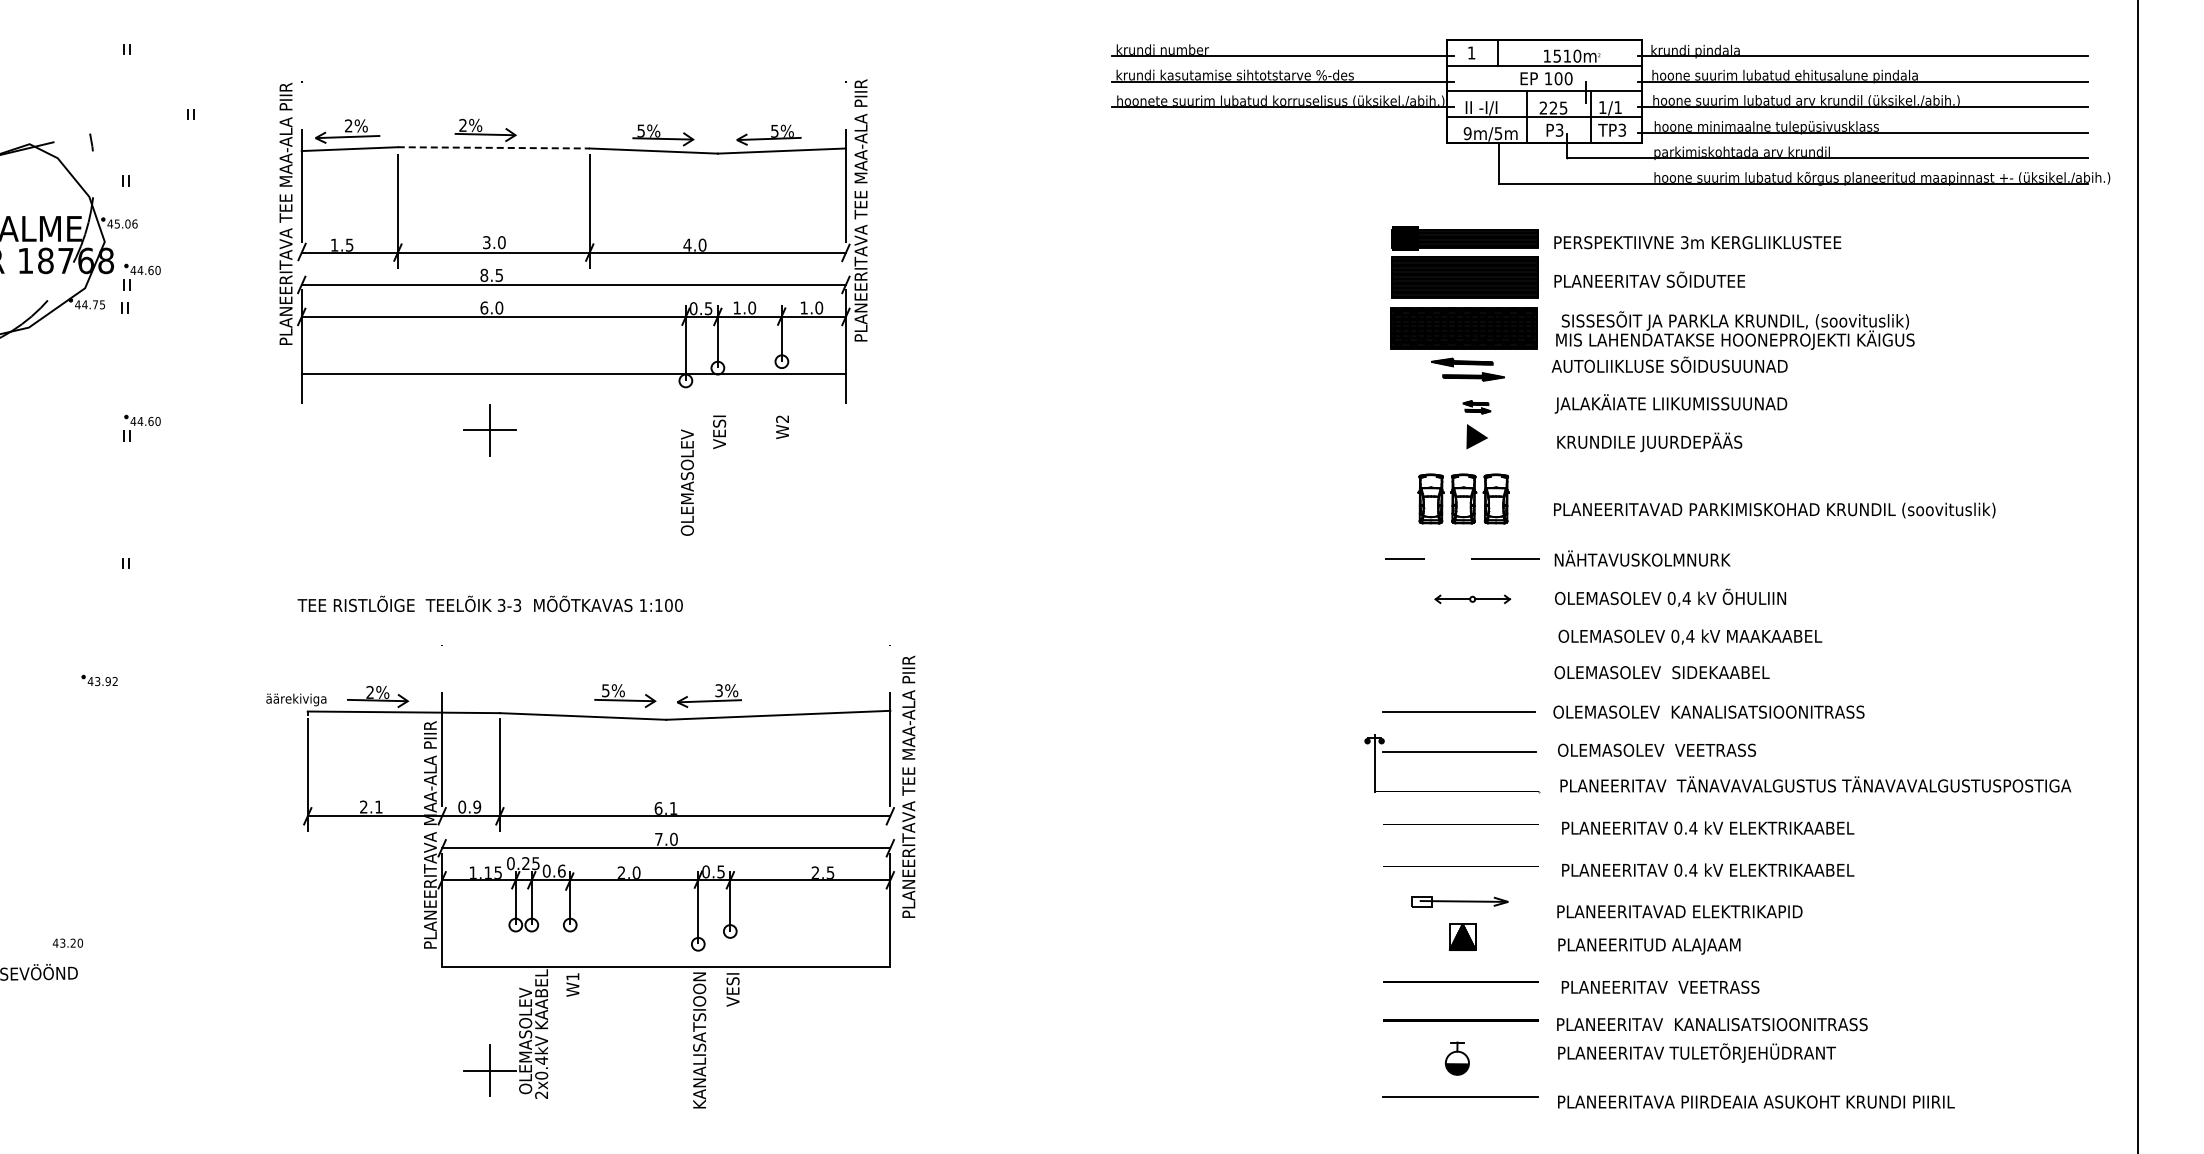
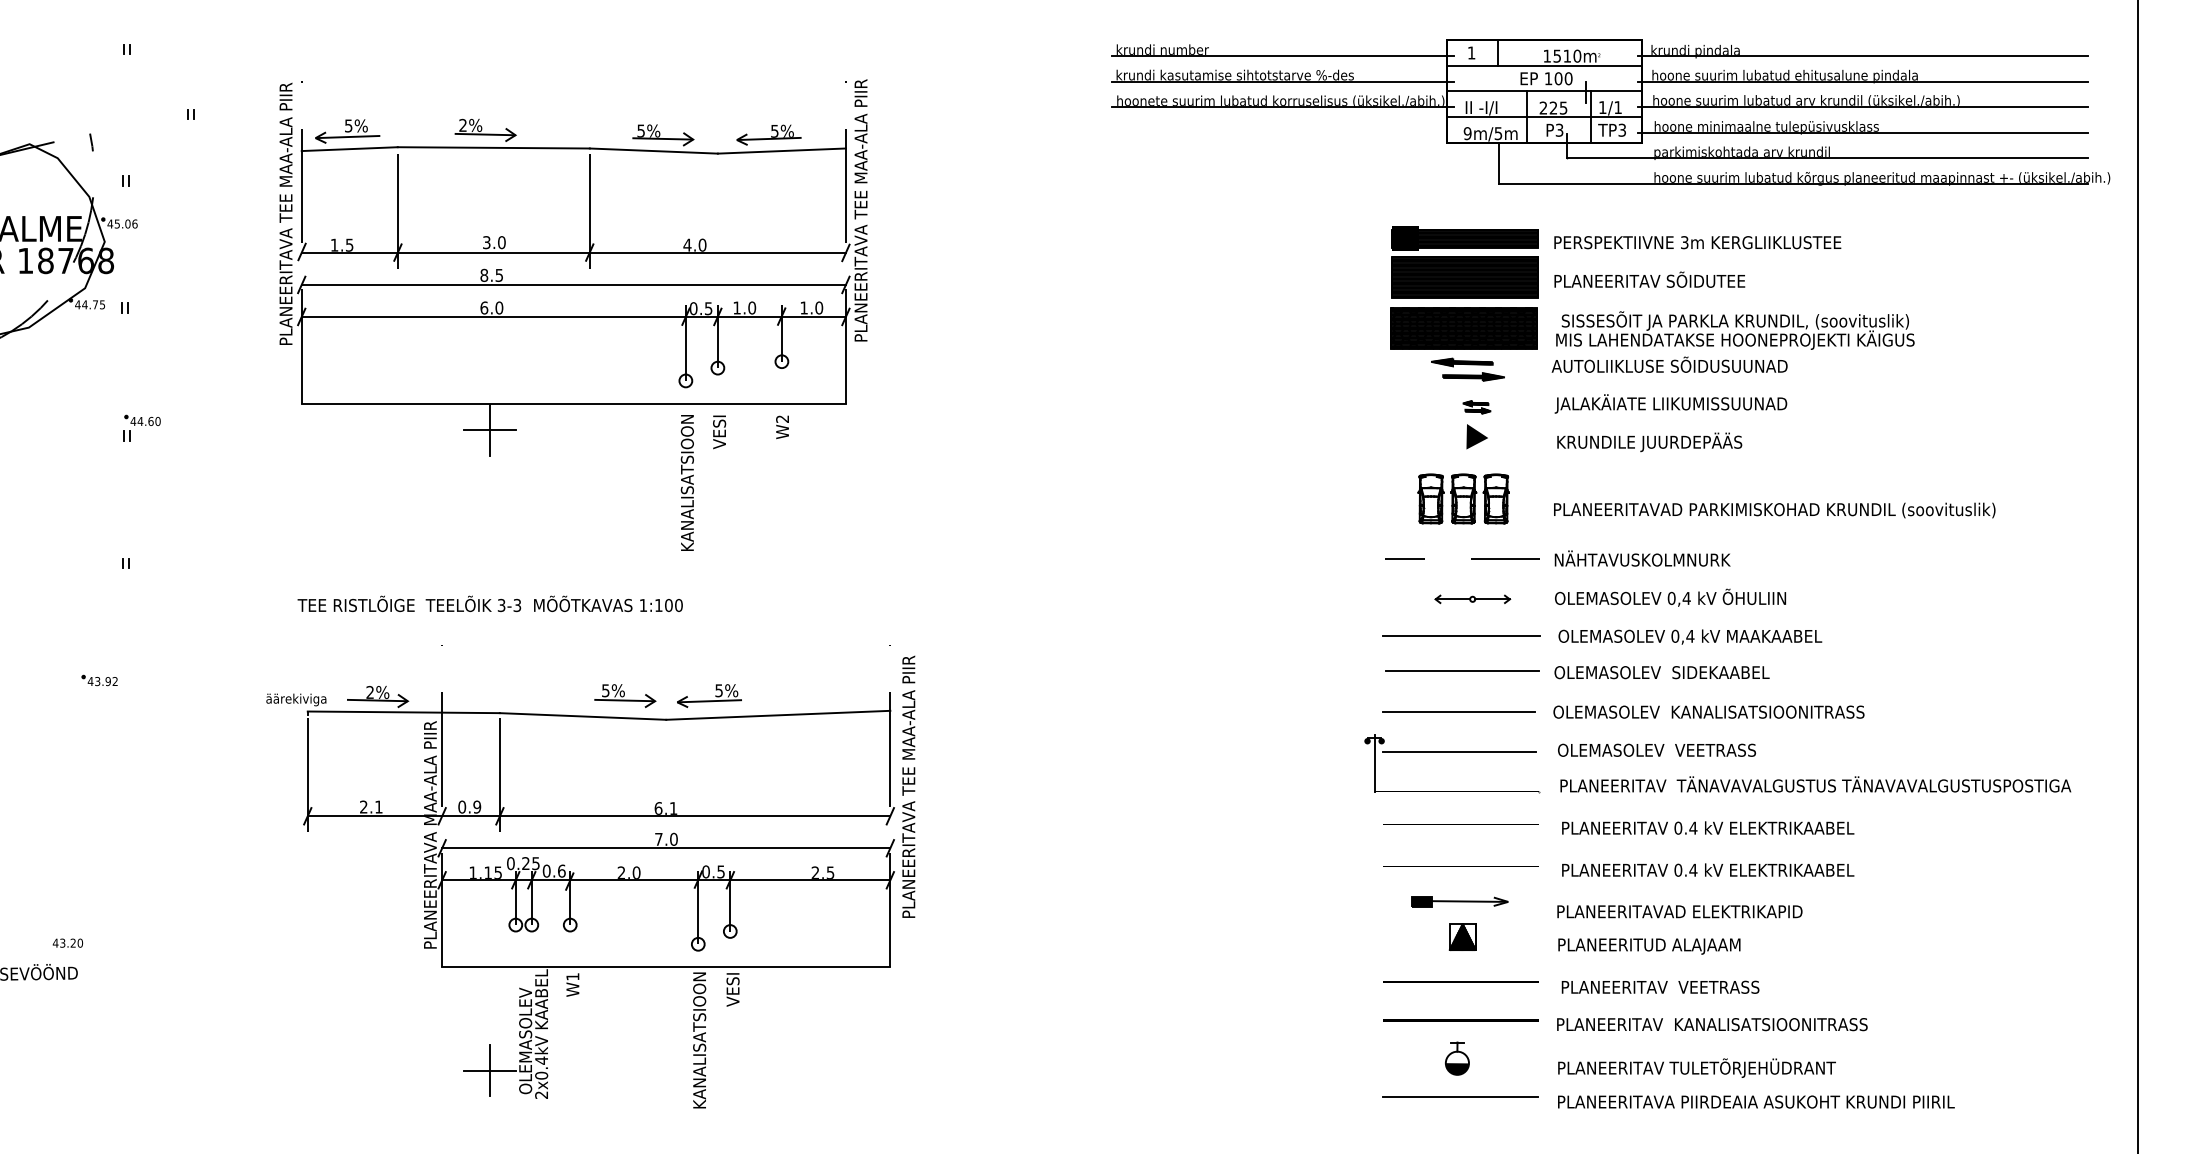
text at (348, 125): 2% -> 5%
line at (494, 147): dashed -> solid
part at (141, 276): present -> none
line at (573, 373) position: (573, 373) -> (573, 403)
text at (686, 482): OLEMASOLEV -> KANALISATSIOON
line at (1461, 635): none -> present
line at (1462, 671): none -> present
text at (718, 690): 3% -> 5%
fill at (1421, 901): none -> present
text at (1696, 1052) position: (1696, 1052) -> (1696, 1067)
